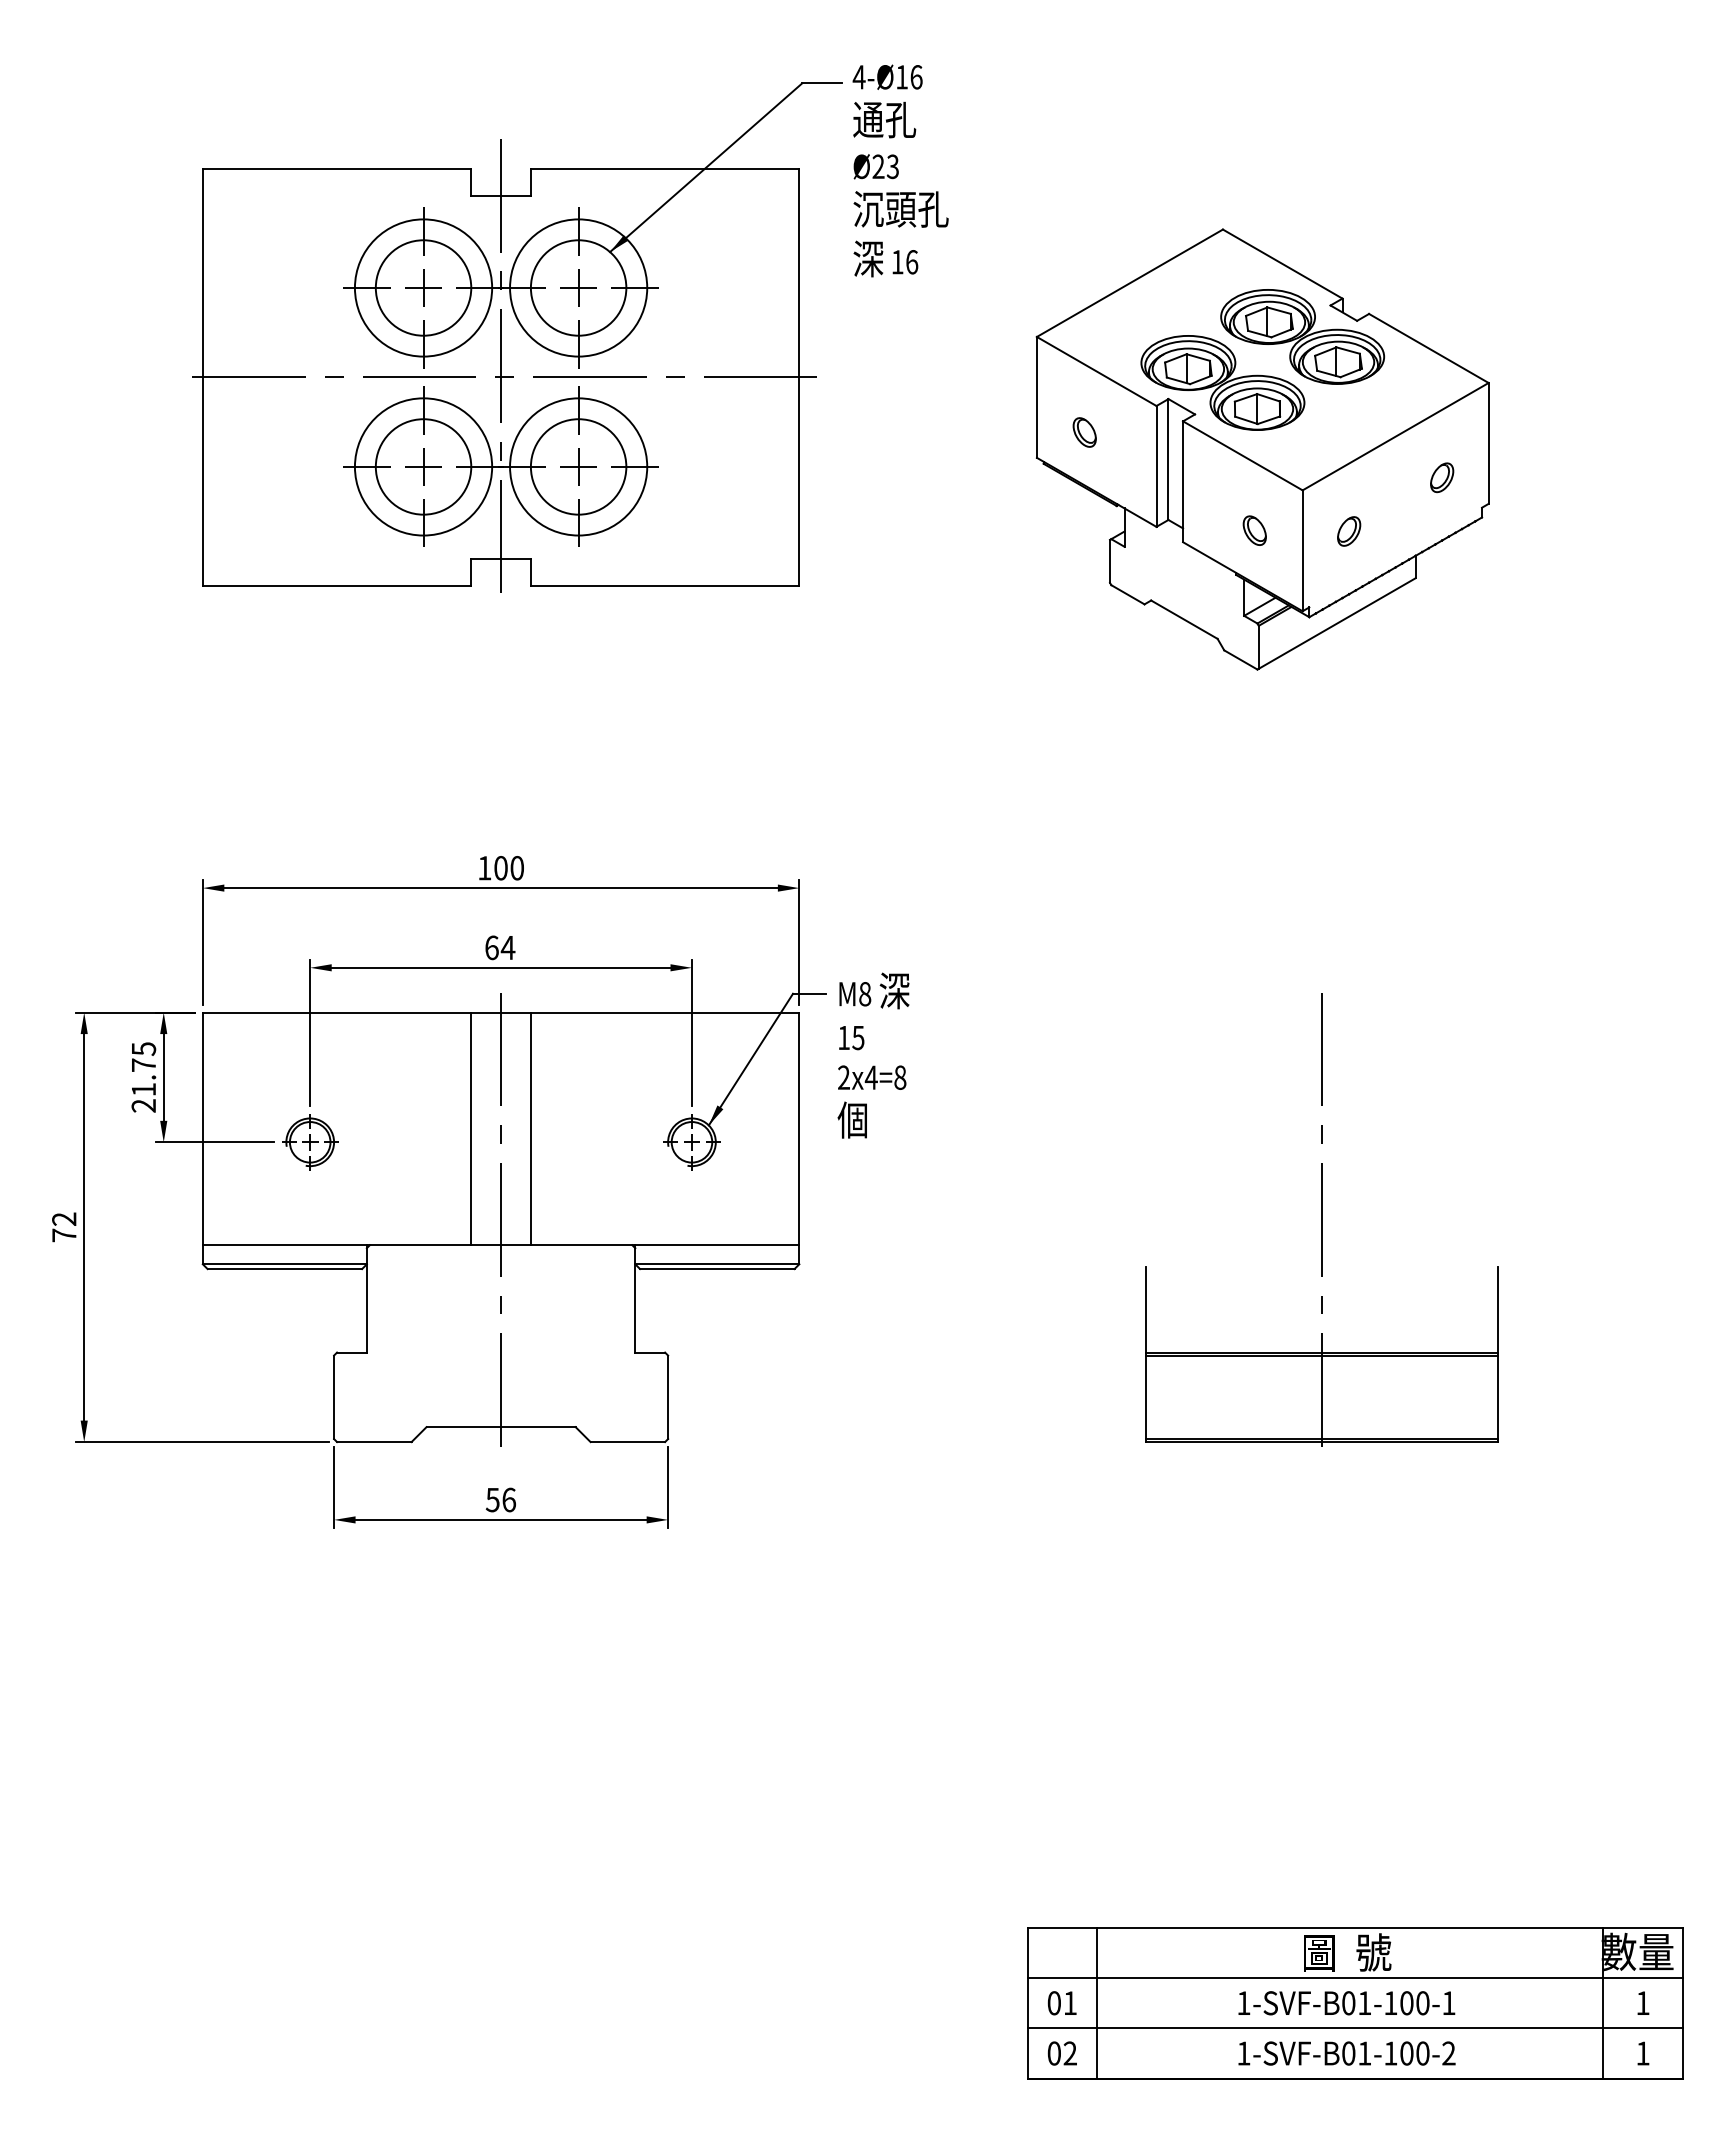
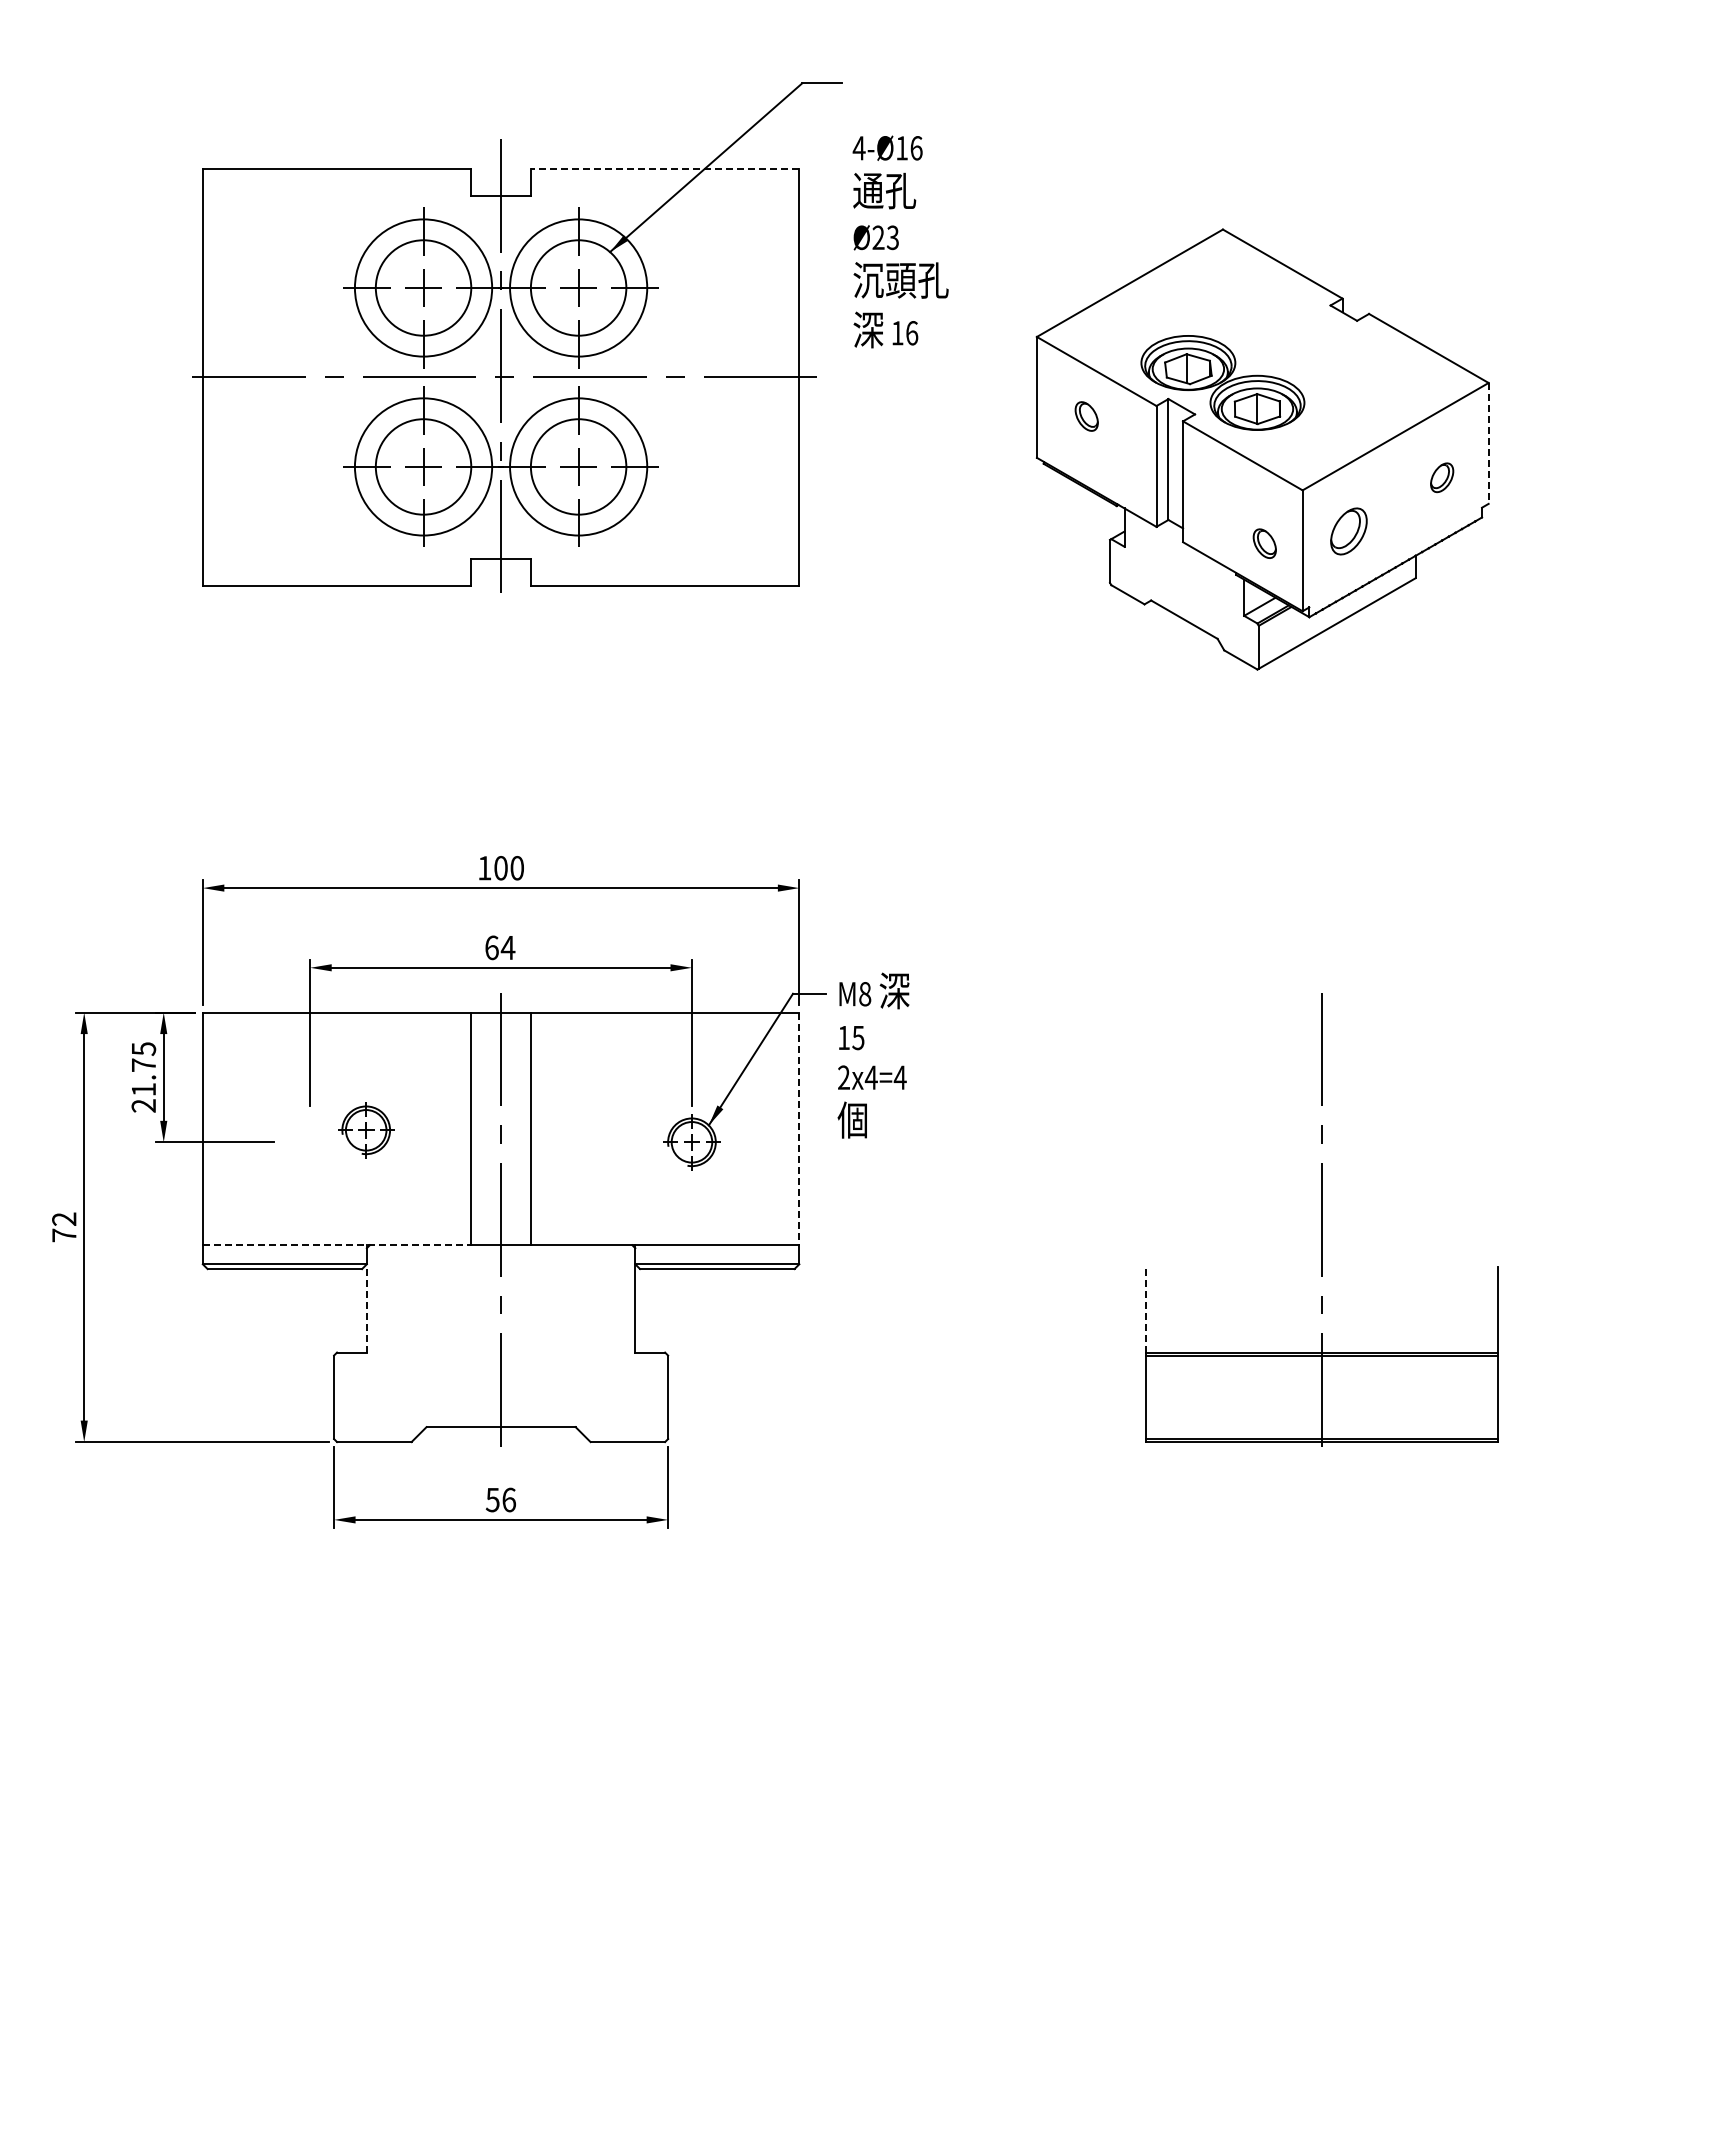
line at (664, 168): solid -> dashed
text at (900, 170) position: (900, 170) -> (900, 241)
part at (1302, 336): present -> none
part at (1084, 432) position: (1084, 432) -> (1086, 416)
line at (1488, 443): solid -> dashed
part at (1254, 530) position: (1254, 530) -> (1264, 543)
part at (1349, 531) size: 25x31 px -> 38x49 px
text at (899, 1077): 2x4=8 -> 2x4=4
line at (799, 1129): solid -> dashed
part at (310, 1142) position: (310, 1142) -> (366, 1130)
line at (337, 1245): solid -> dashed
line at (366, 1307): solid -> dashed
line at (1145, 1309): solid -> dashed
part at (1355, 2003): present -> none
